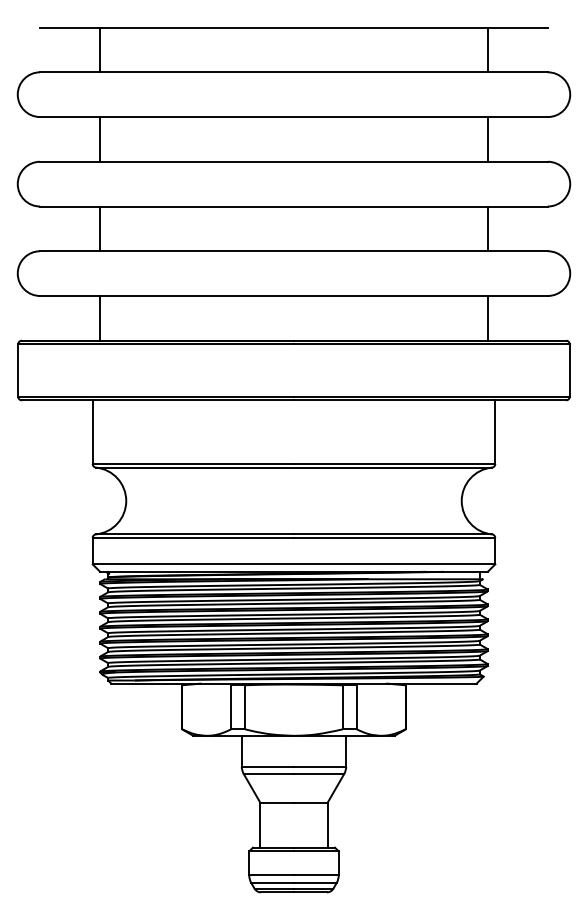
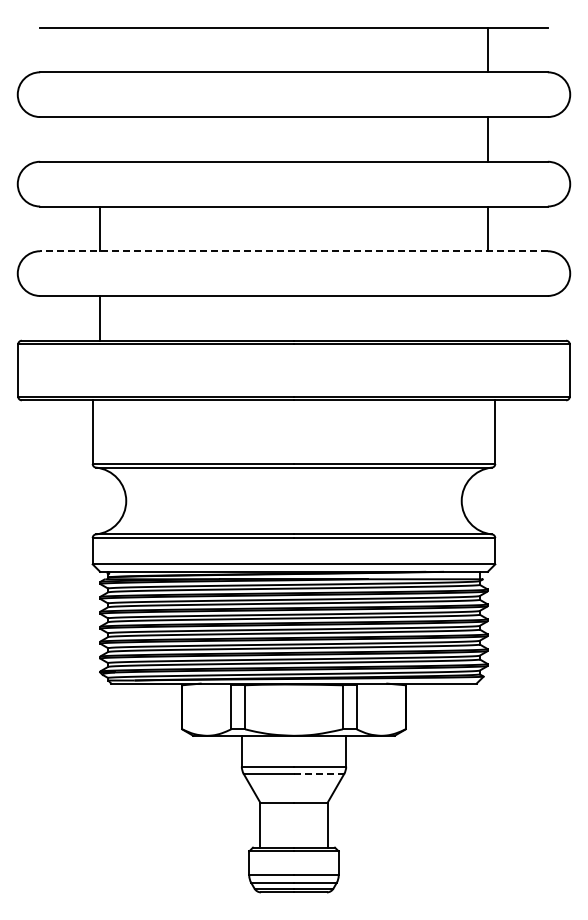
line at (100, 49): present -> none
line at (100, 139): present -> none
line at (294, 251): solid -> dashed
line at (487, 317): present -> none
line at (319, 774): solid -> dashed
